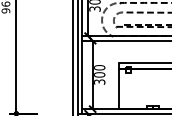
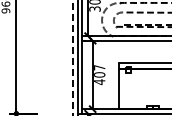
line at (73, 57): solid -> dashed
text at (99, 75): 300 -> 407
